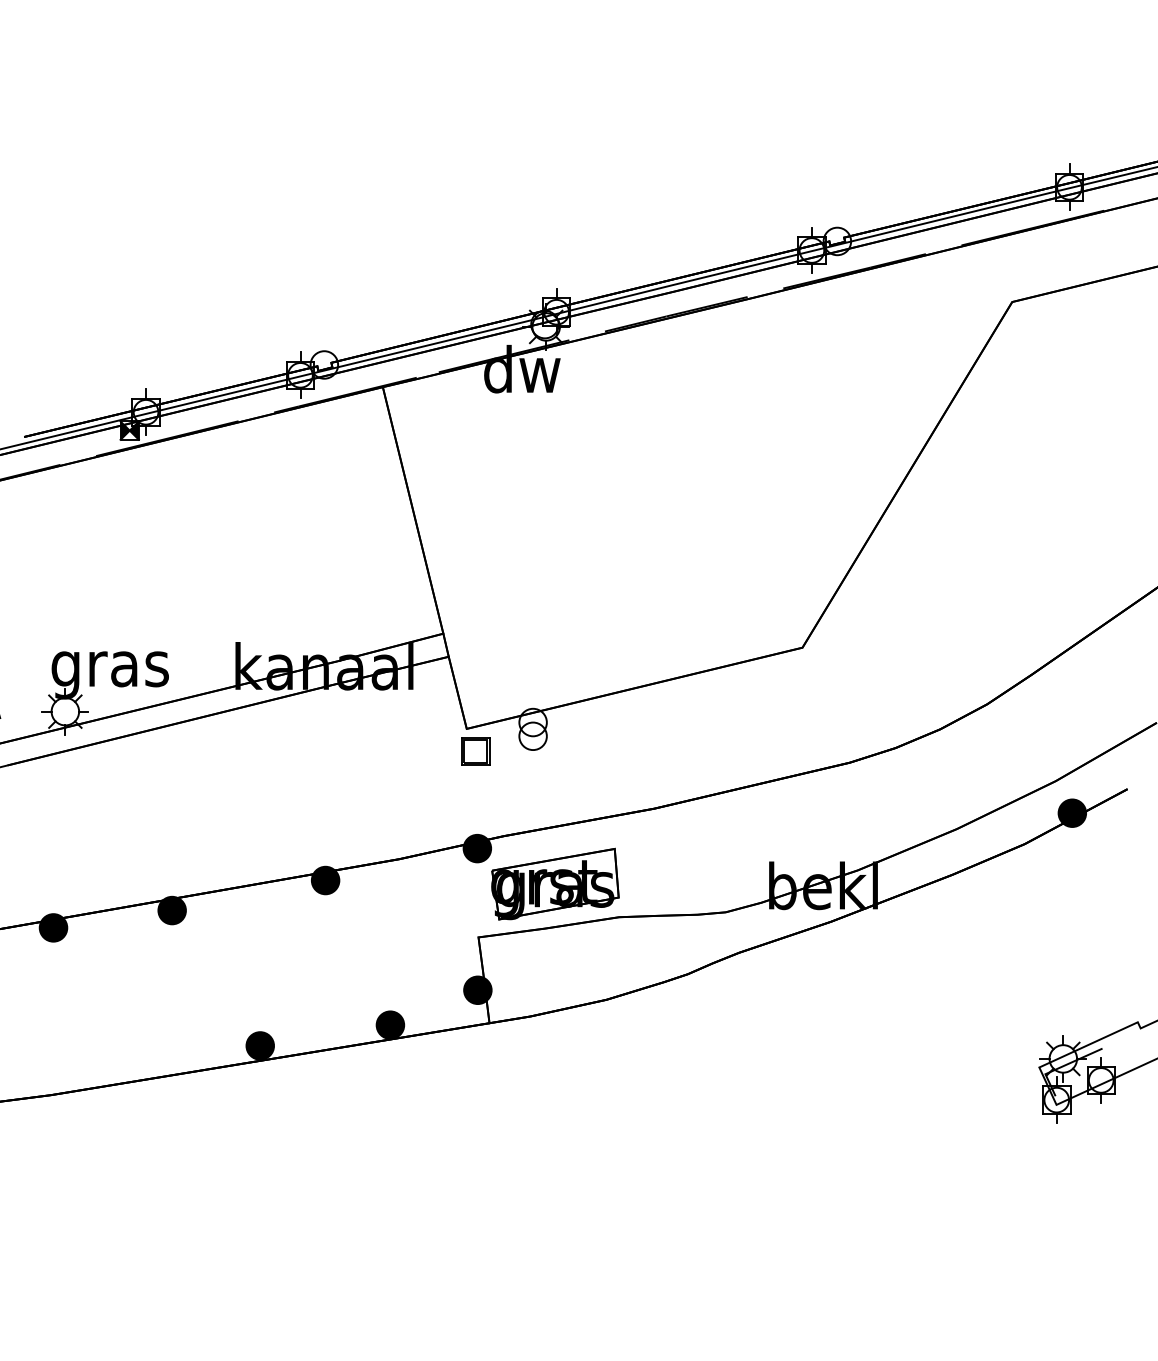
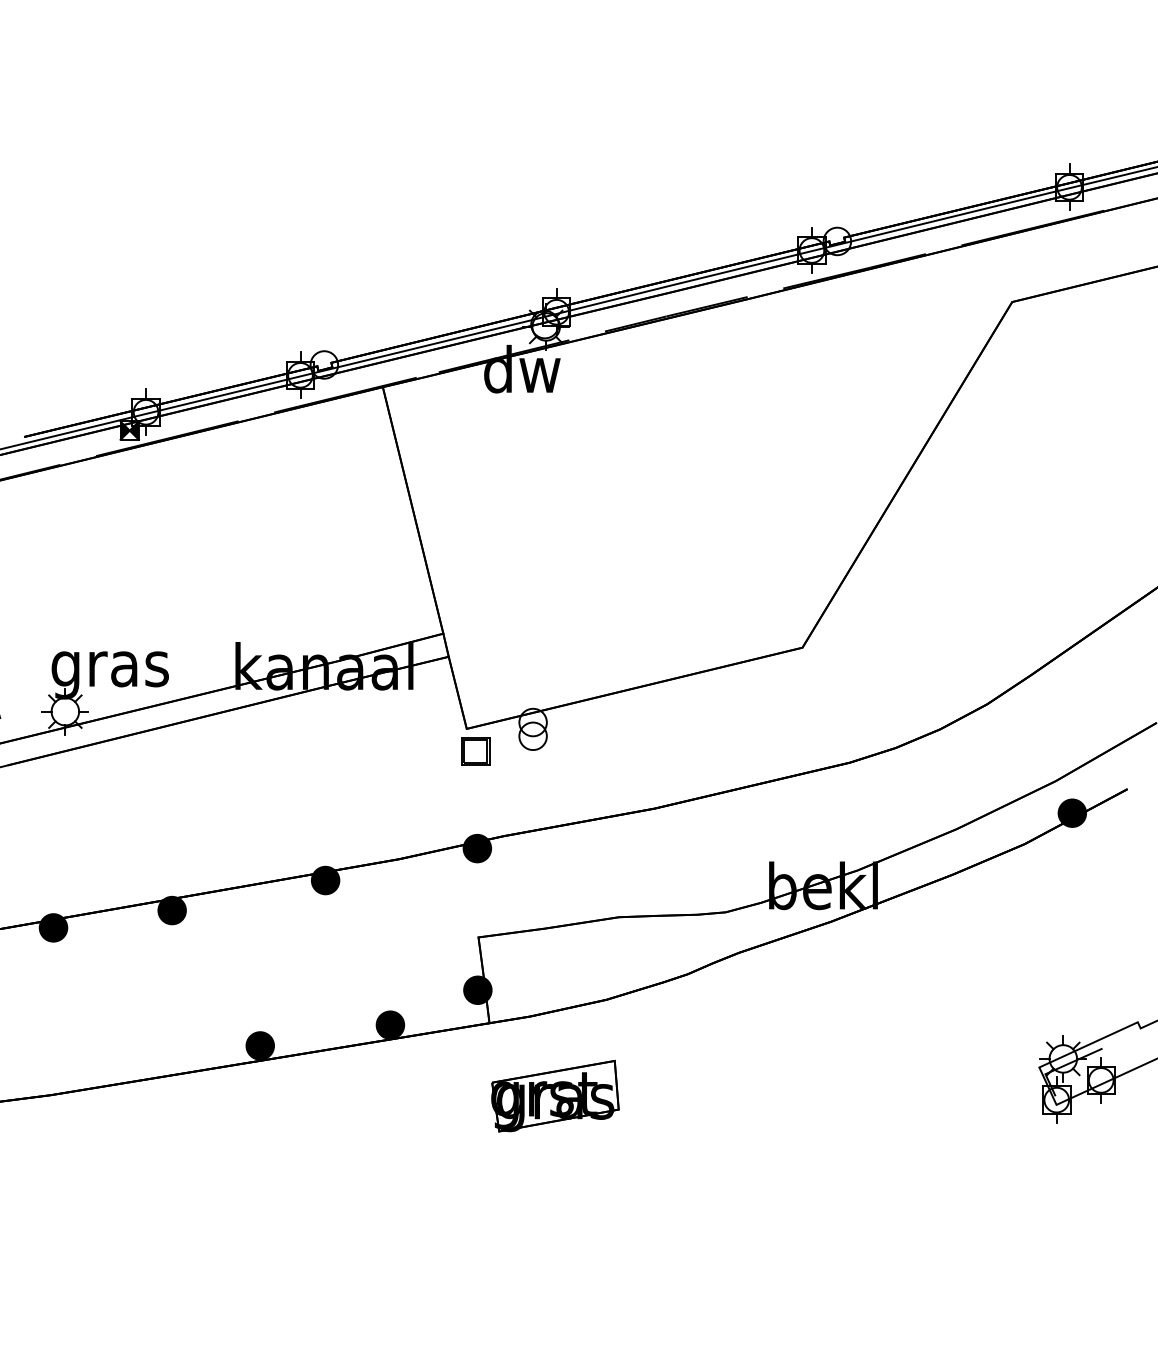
part at (555, 883) position: (555, 883) -> (555, 1095)
